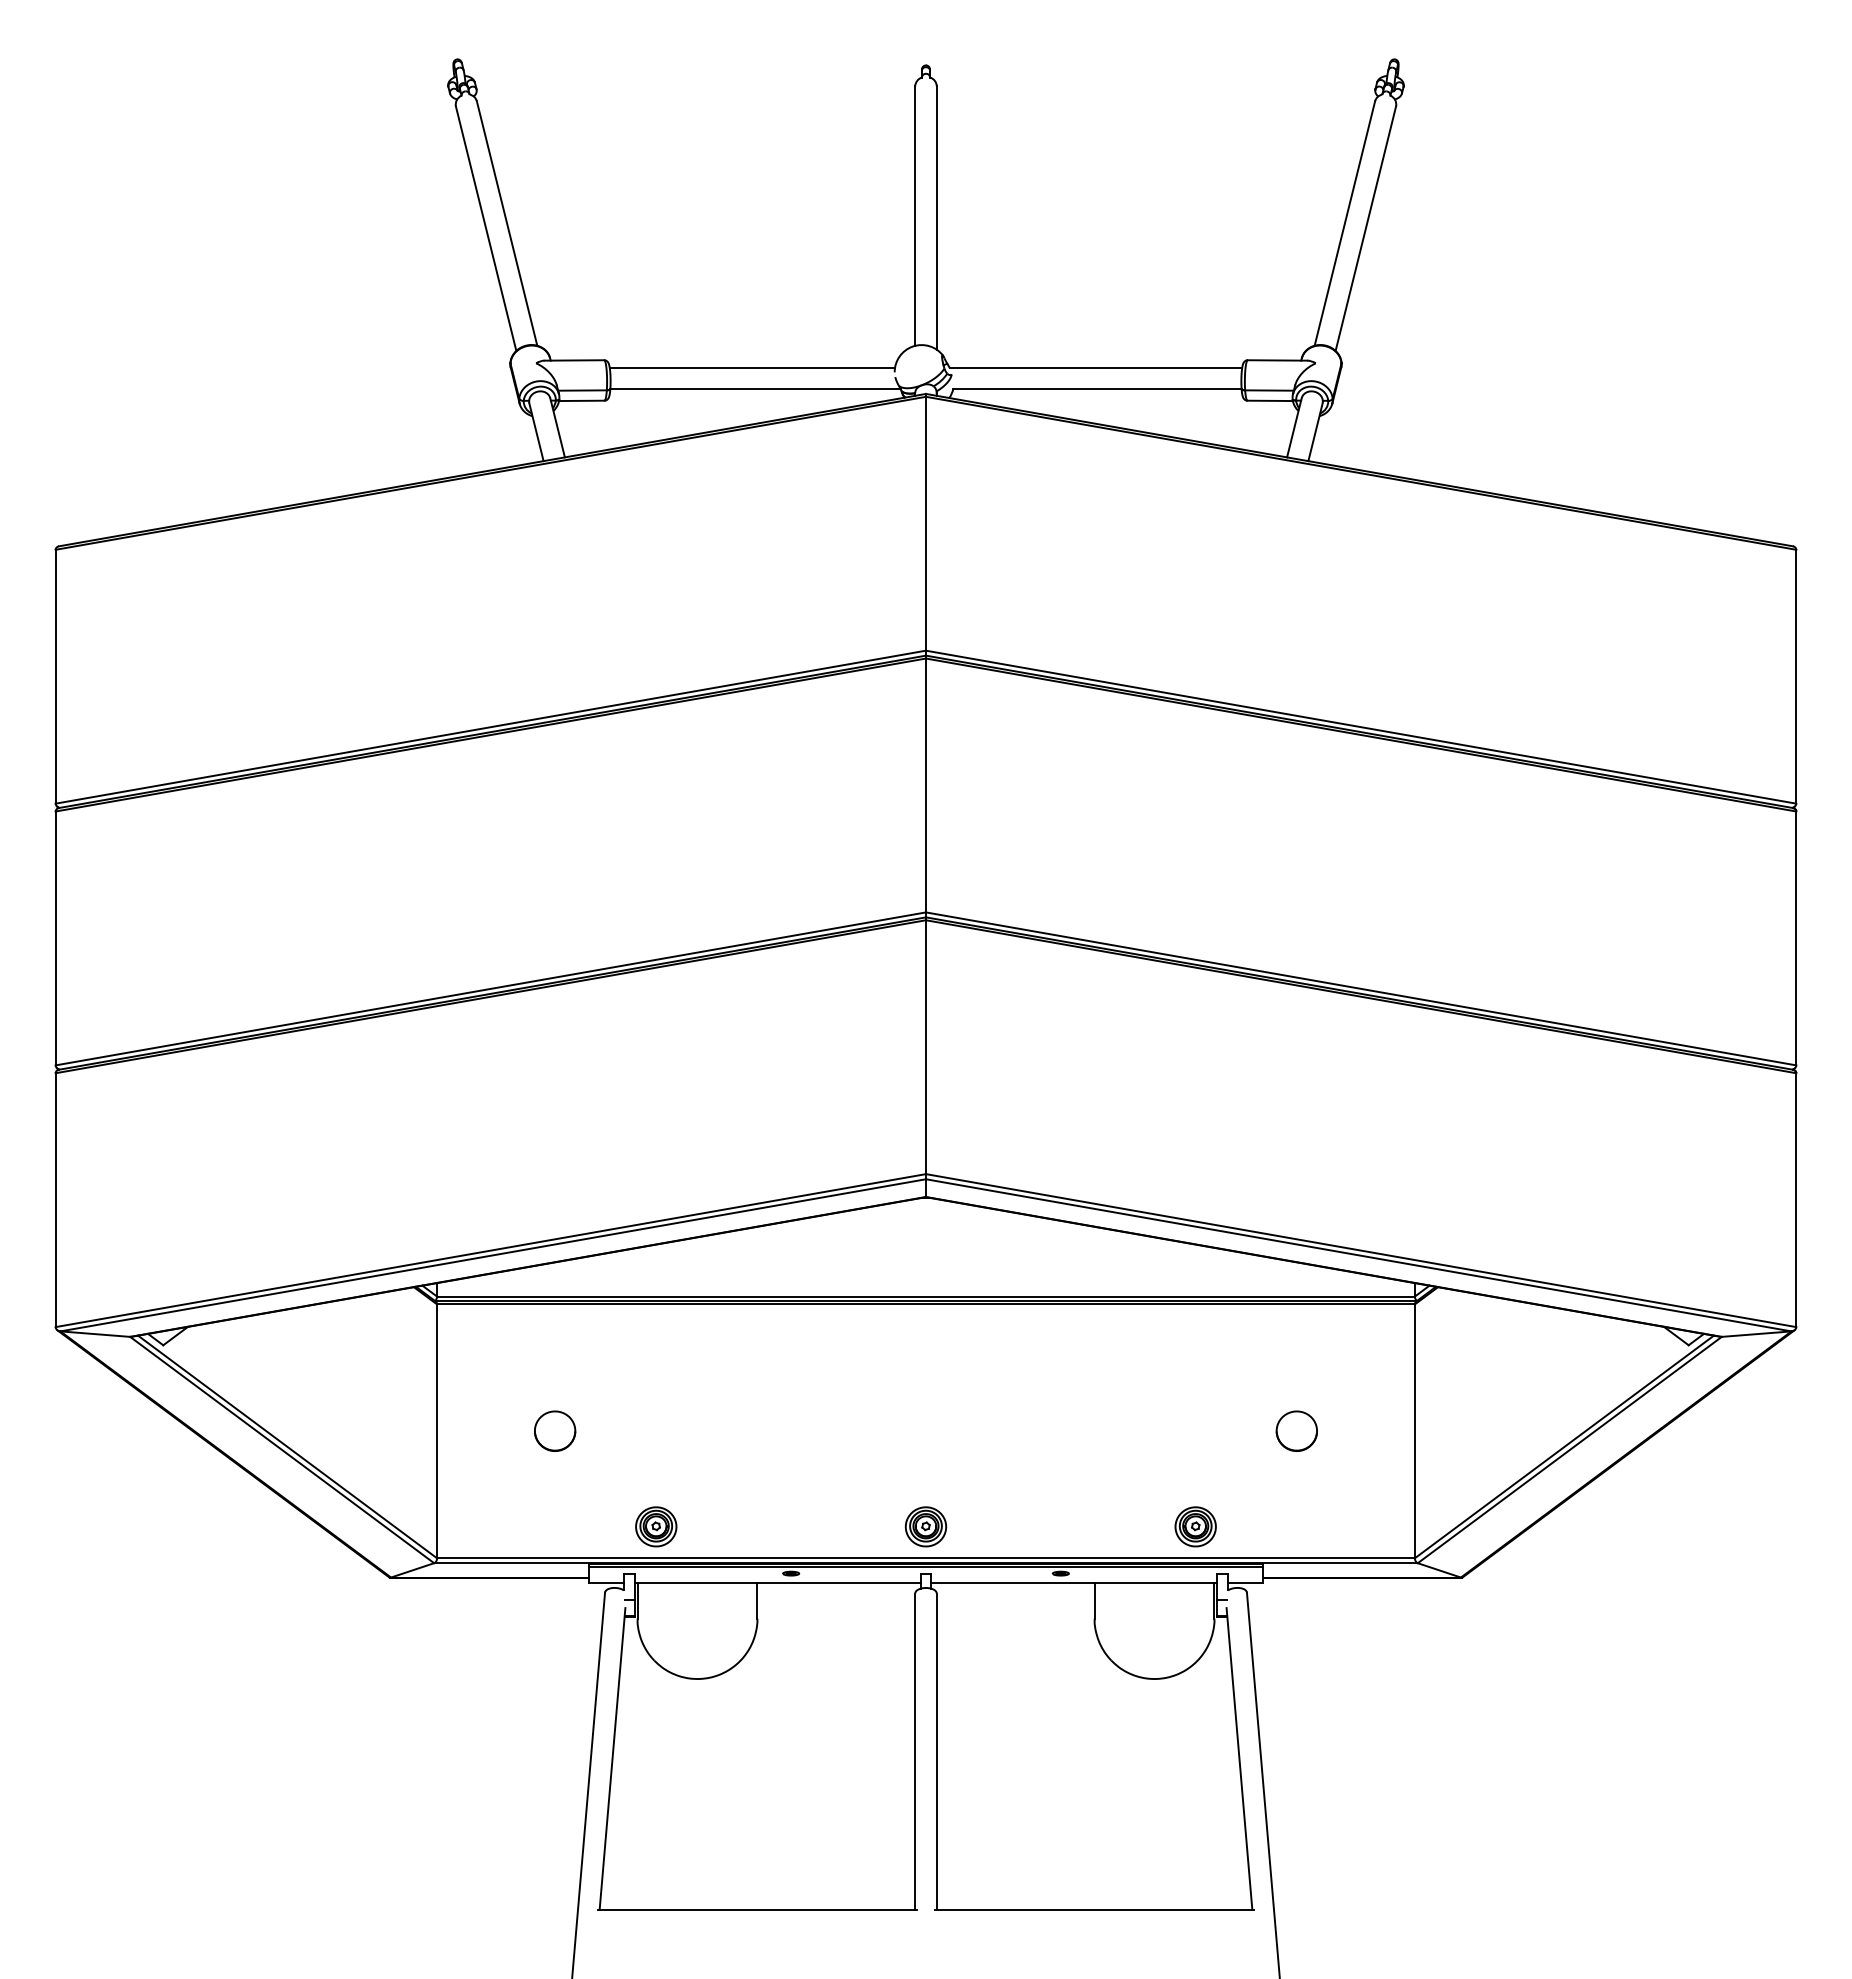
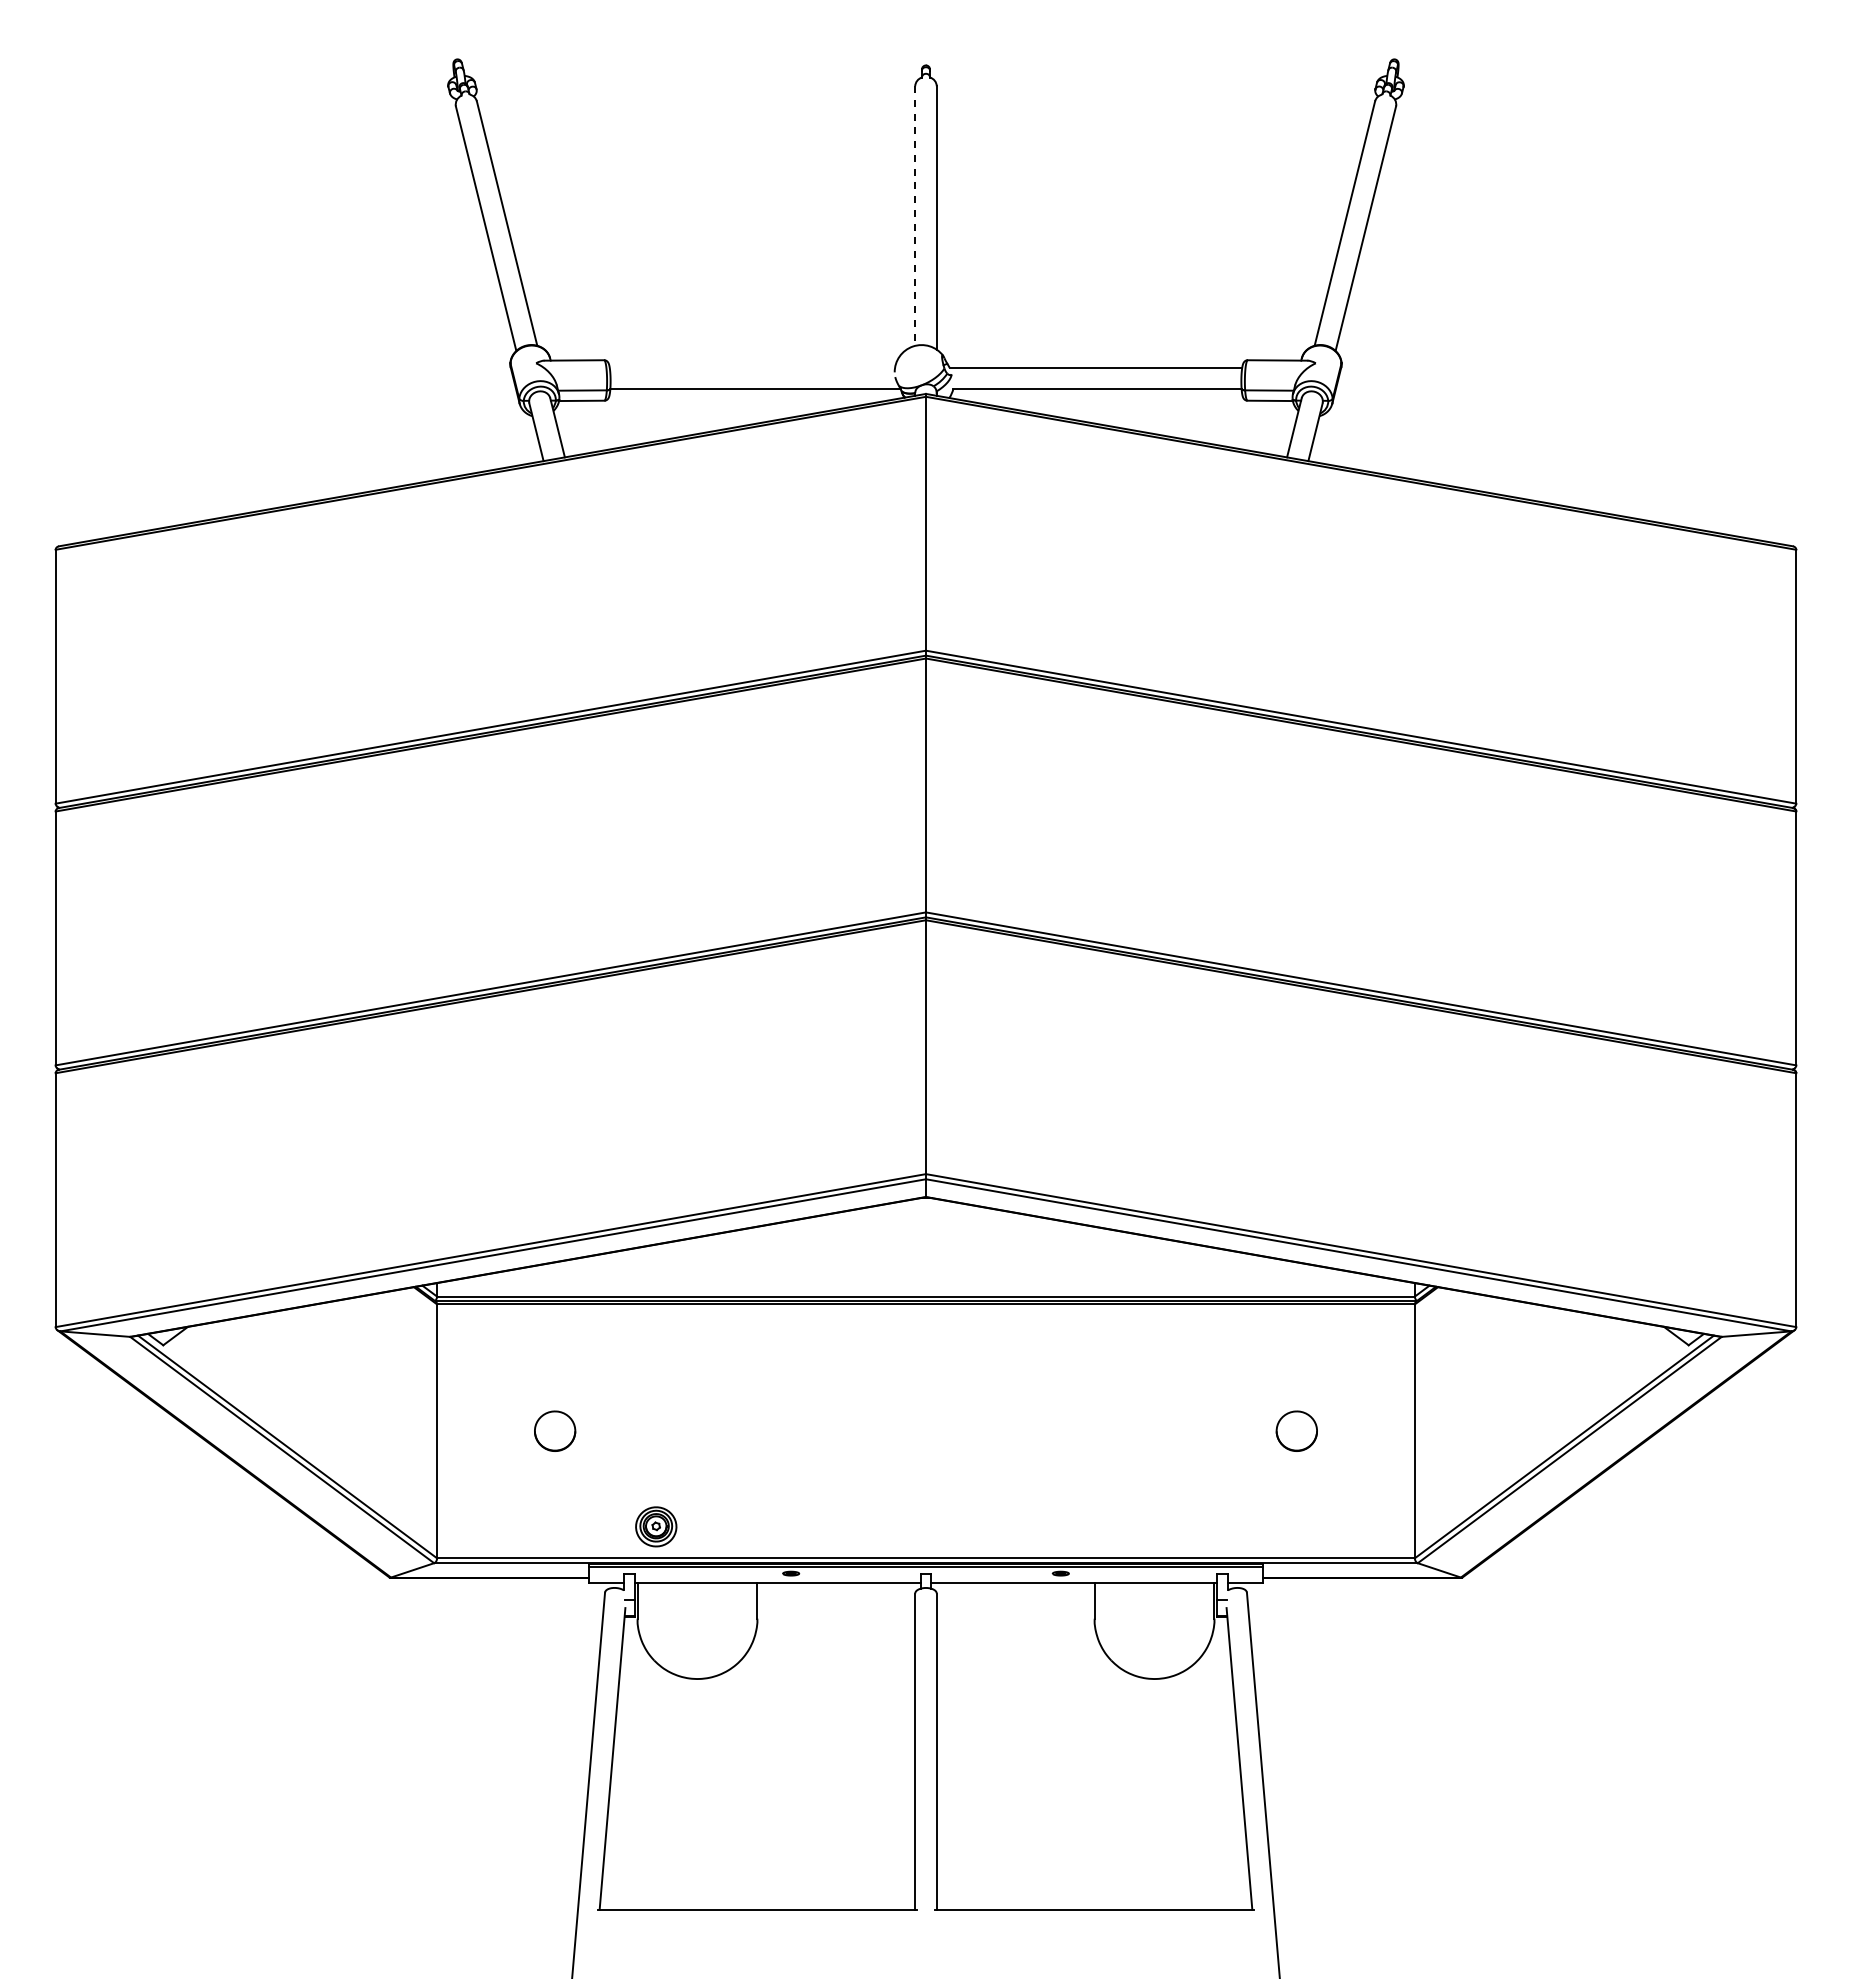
line at (915, 216): solid -> dashed
line at (752, 367): present -> none
part at (925, 1526): present -> none
part at (1195, 1526): present -> none
